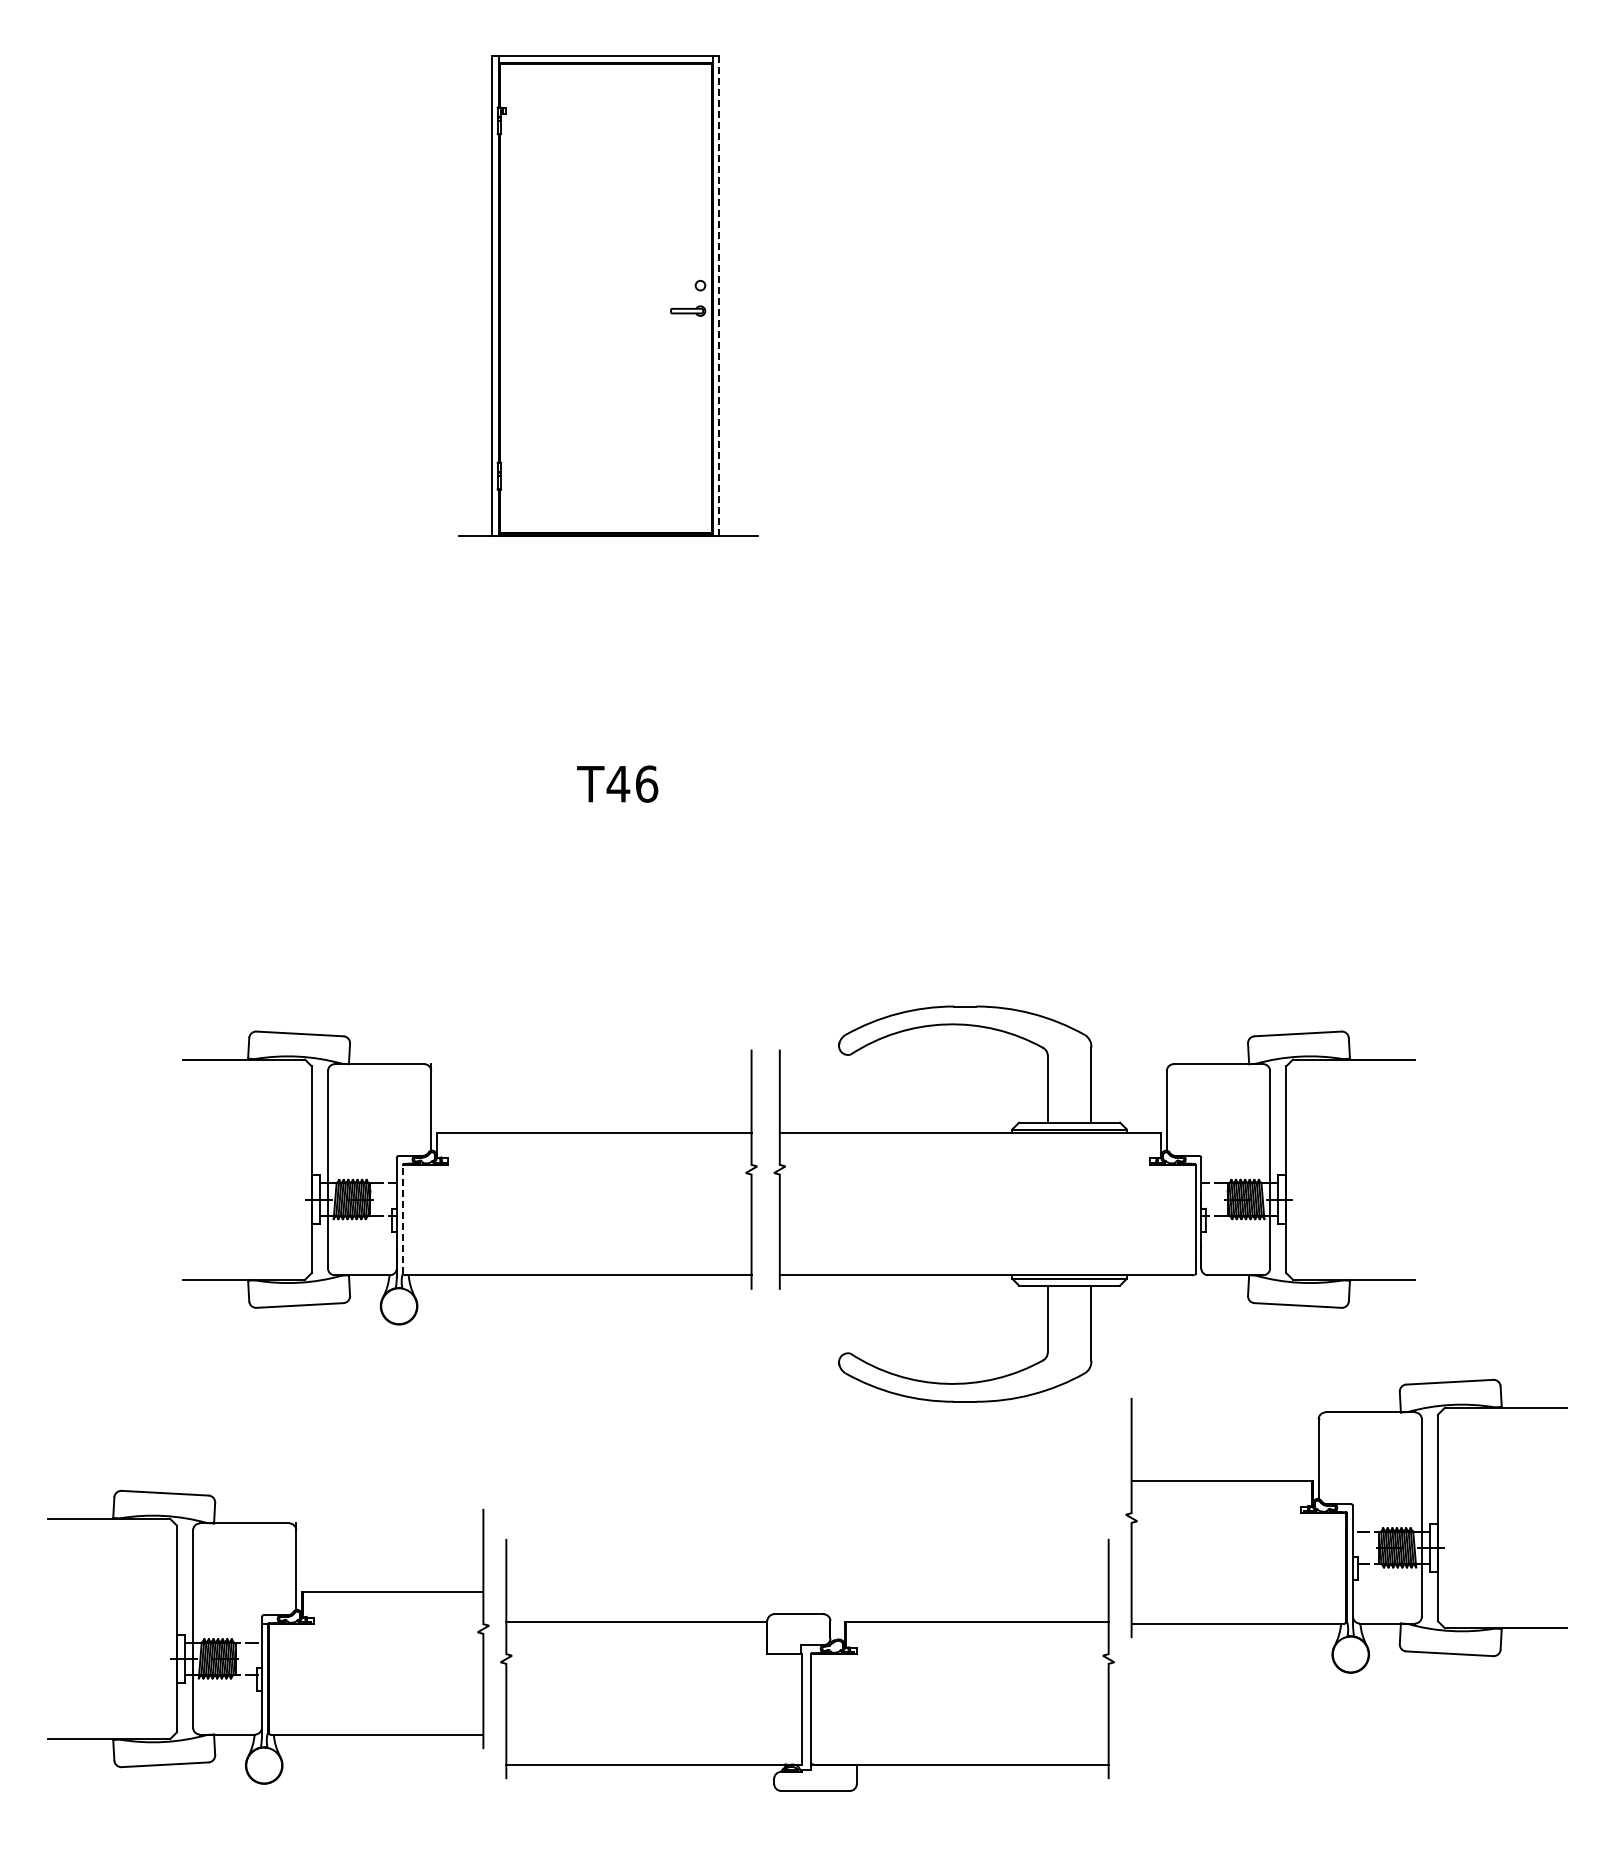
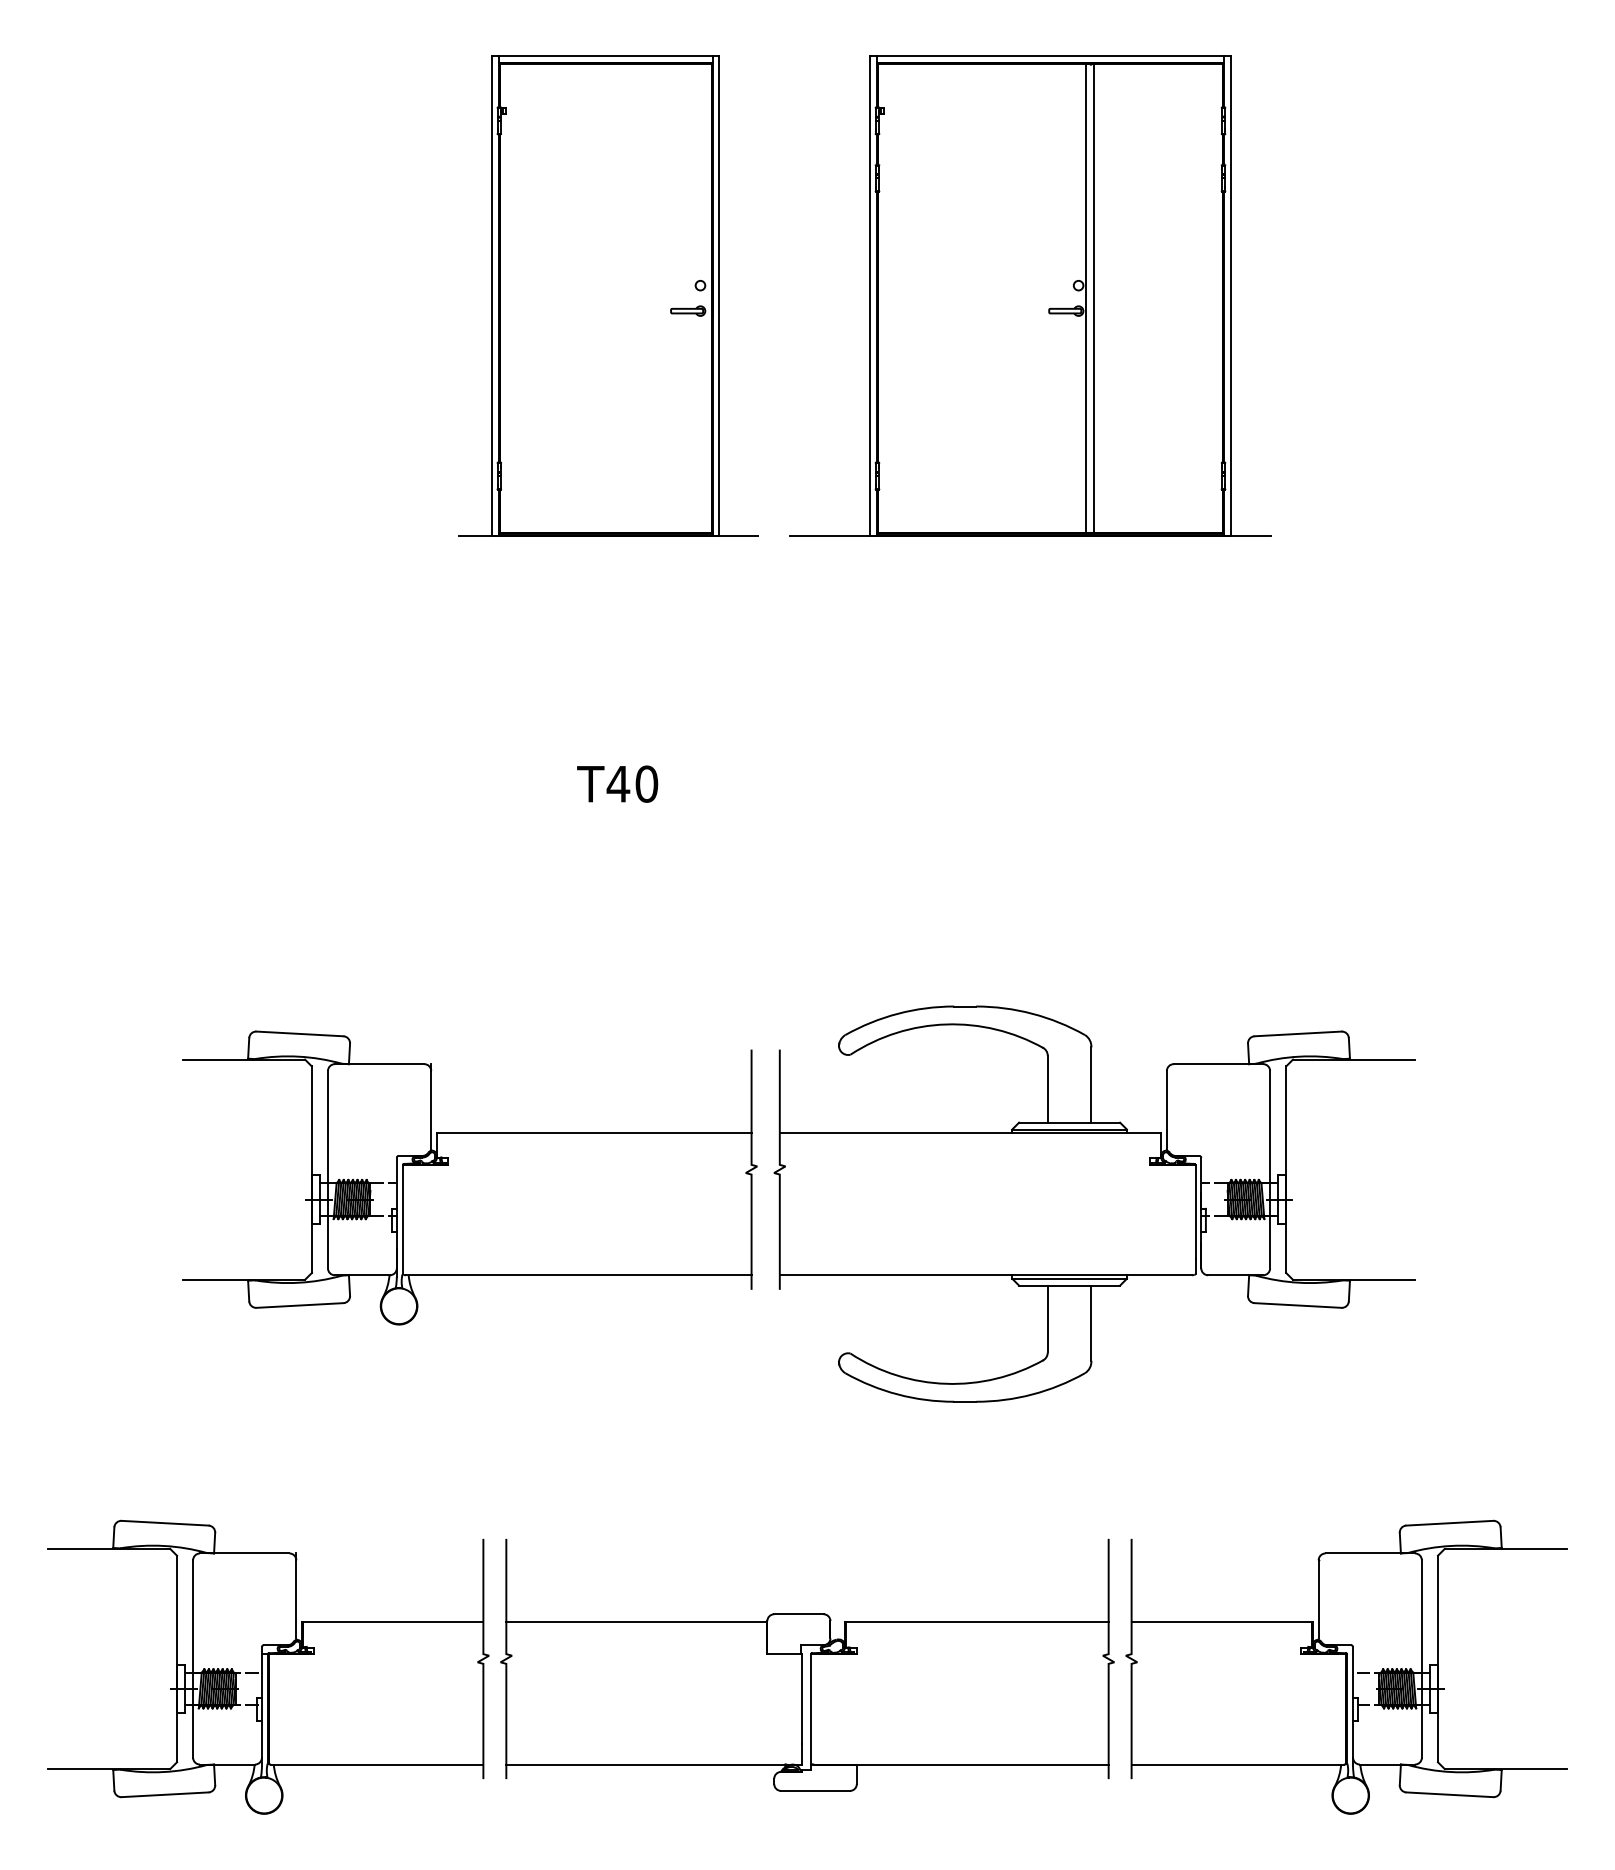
line at (719, 295): dashed -> solid
part at (1030, 295): none -> present
text at (646, 783): T46 -> T40
line at (402, 1219): dashed -> solid
part at (1346, 1525) position: (1346, 1525) -> (1346, 1666)
part at (268, 1636) position: (268, 1636) -> (268, 1666)
